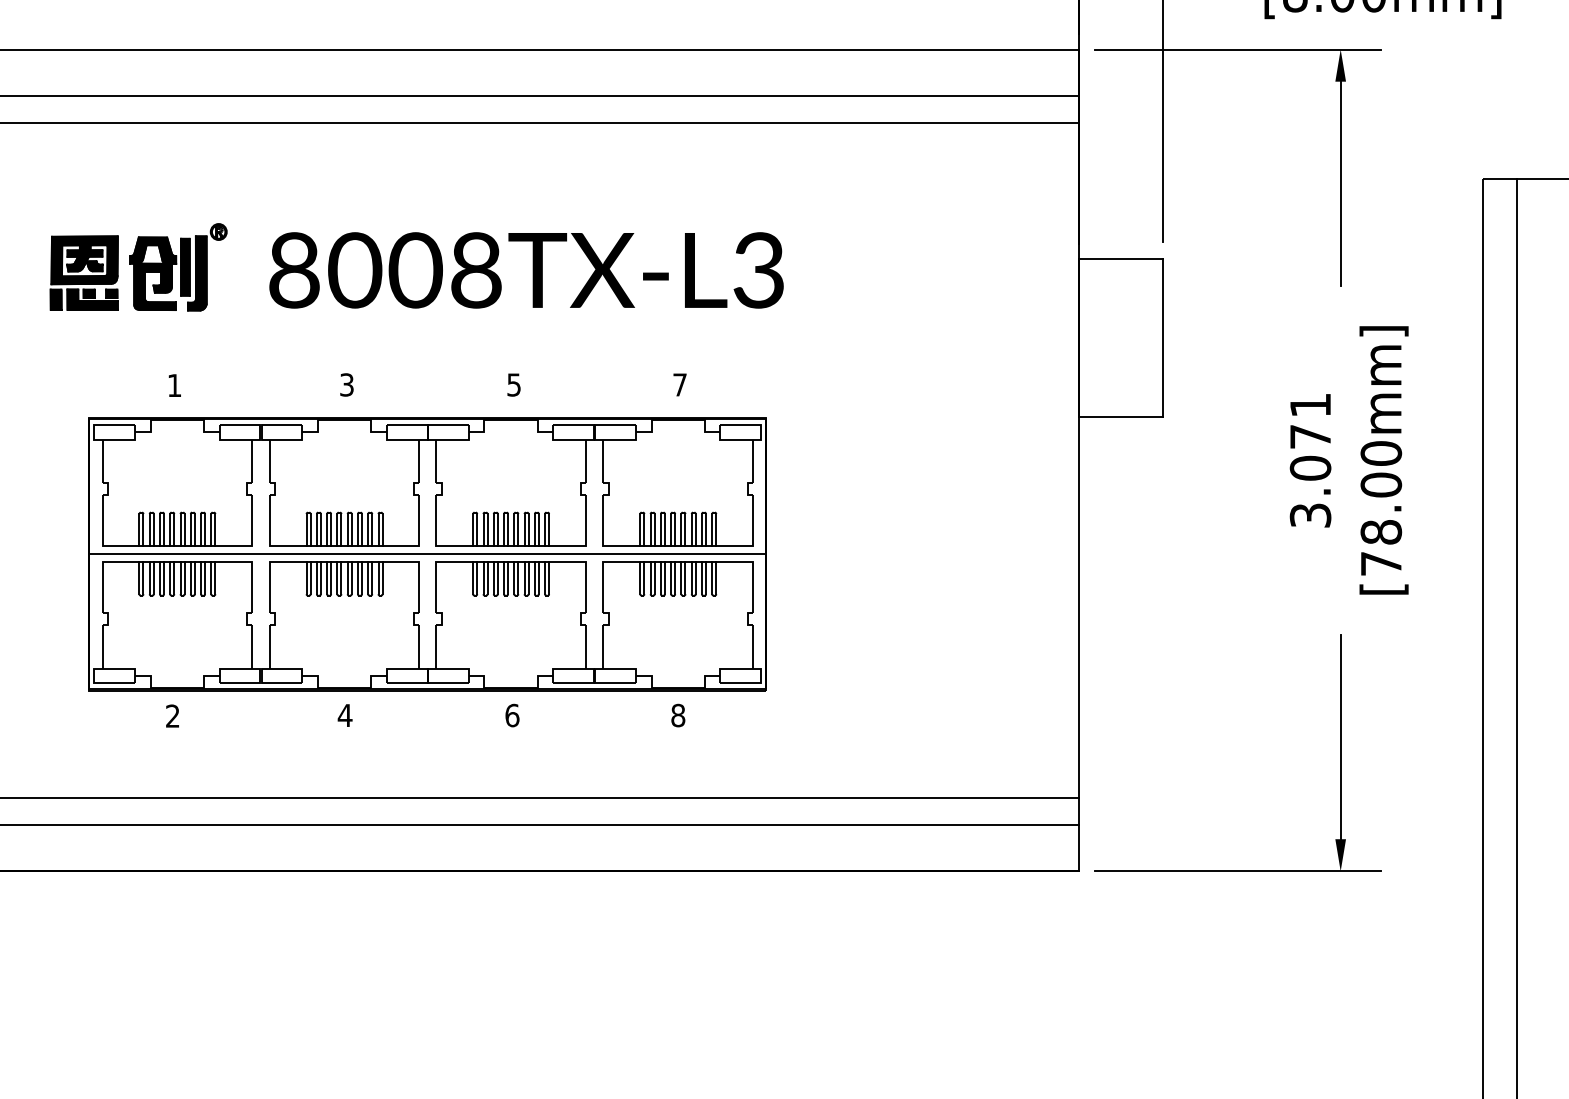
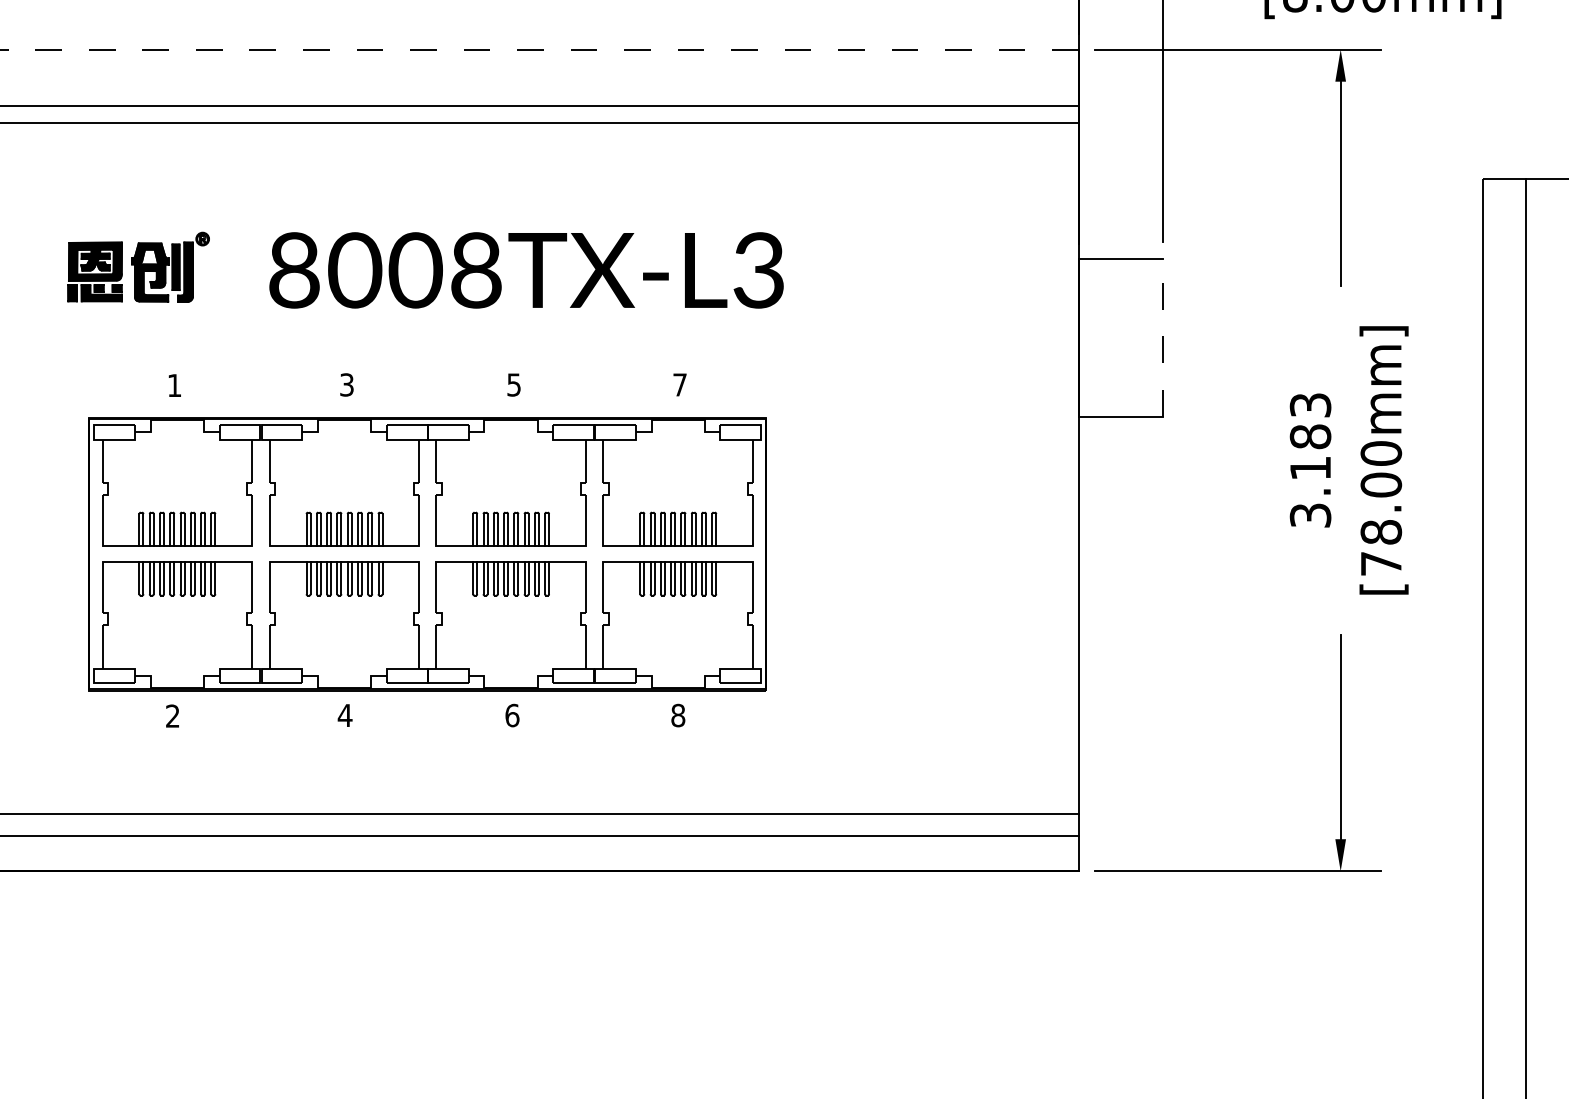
line at (539, 49): solid -> dashed
line at (540, 96) position: (540, 96) -> (540, 106)
part at (138, 267) size: 179x89 px -> 143x72 px
line at (1163, 337): solid -> dashed
text at (1310, 436): 3.071 -> 3.183
line at (427, 554): present -> none
line at (1516, 636) position: (1516, 636) -> (1525, 636)
line at (540, 797) position: (540, 797) -> (540, 813)
line at (540, 824) position: (540, 824) -> (540, 835)
